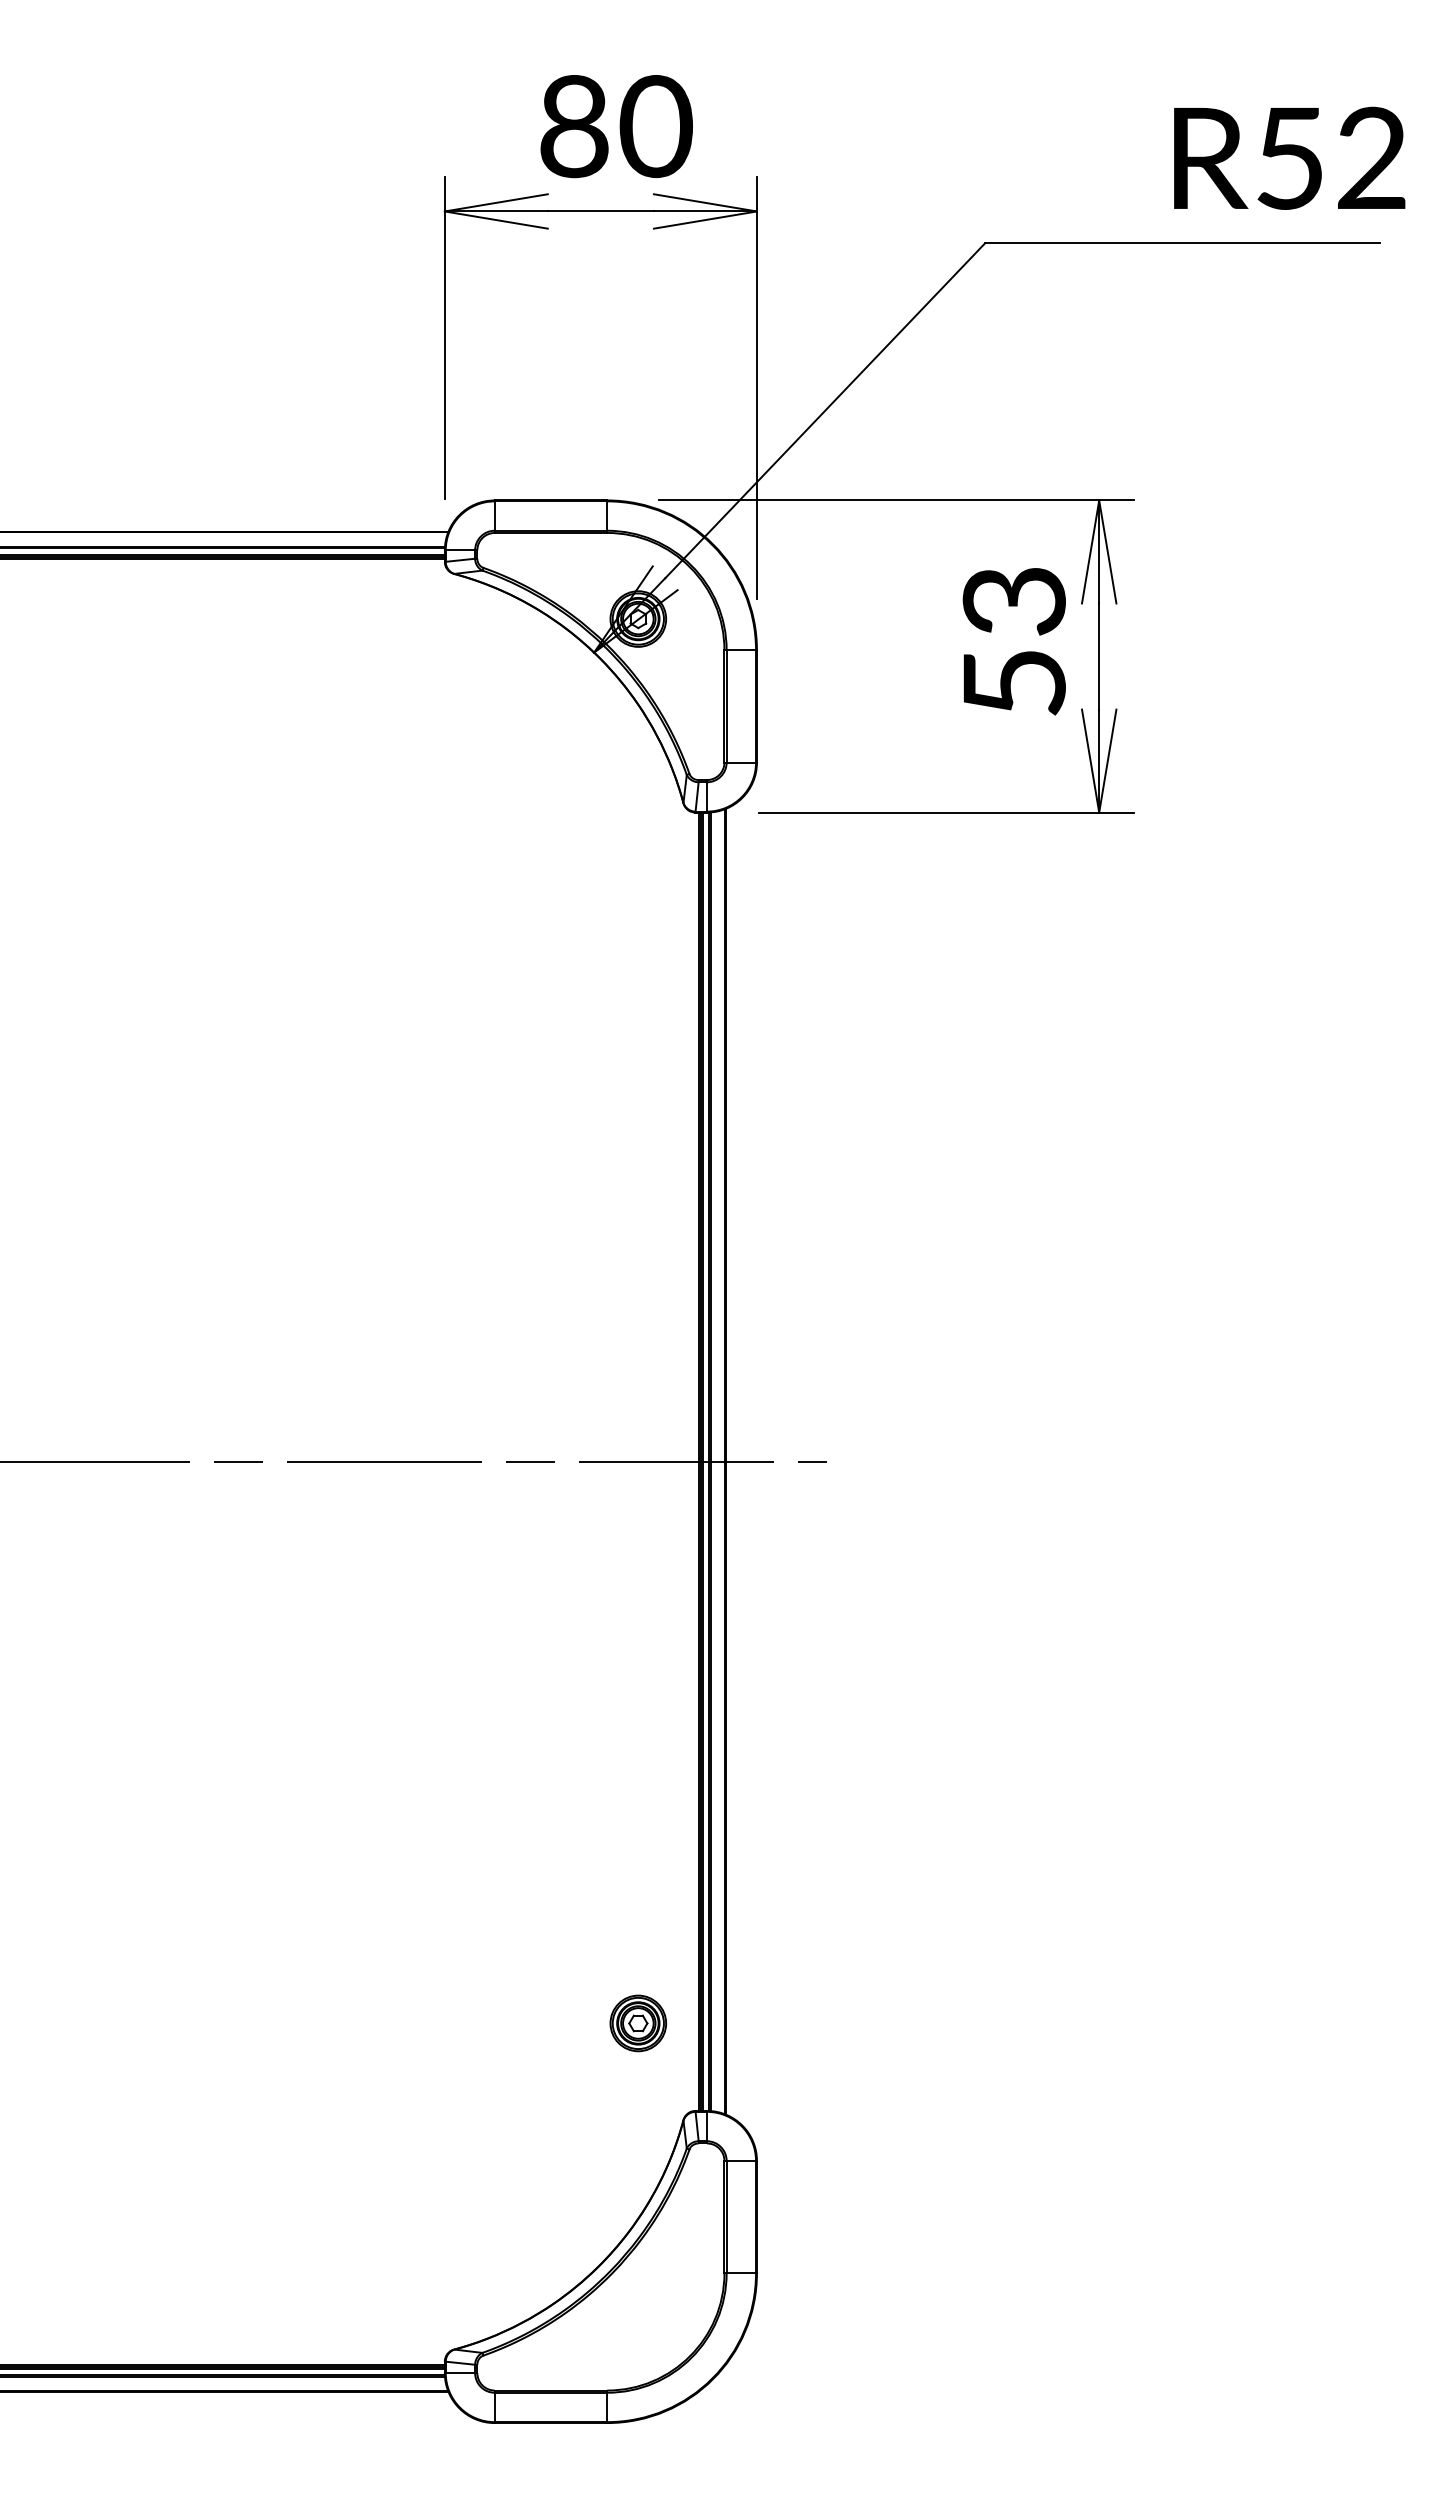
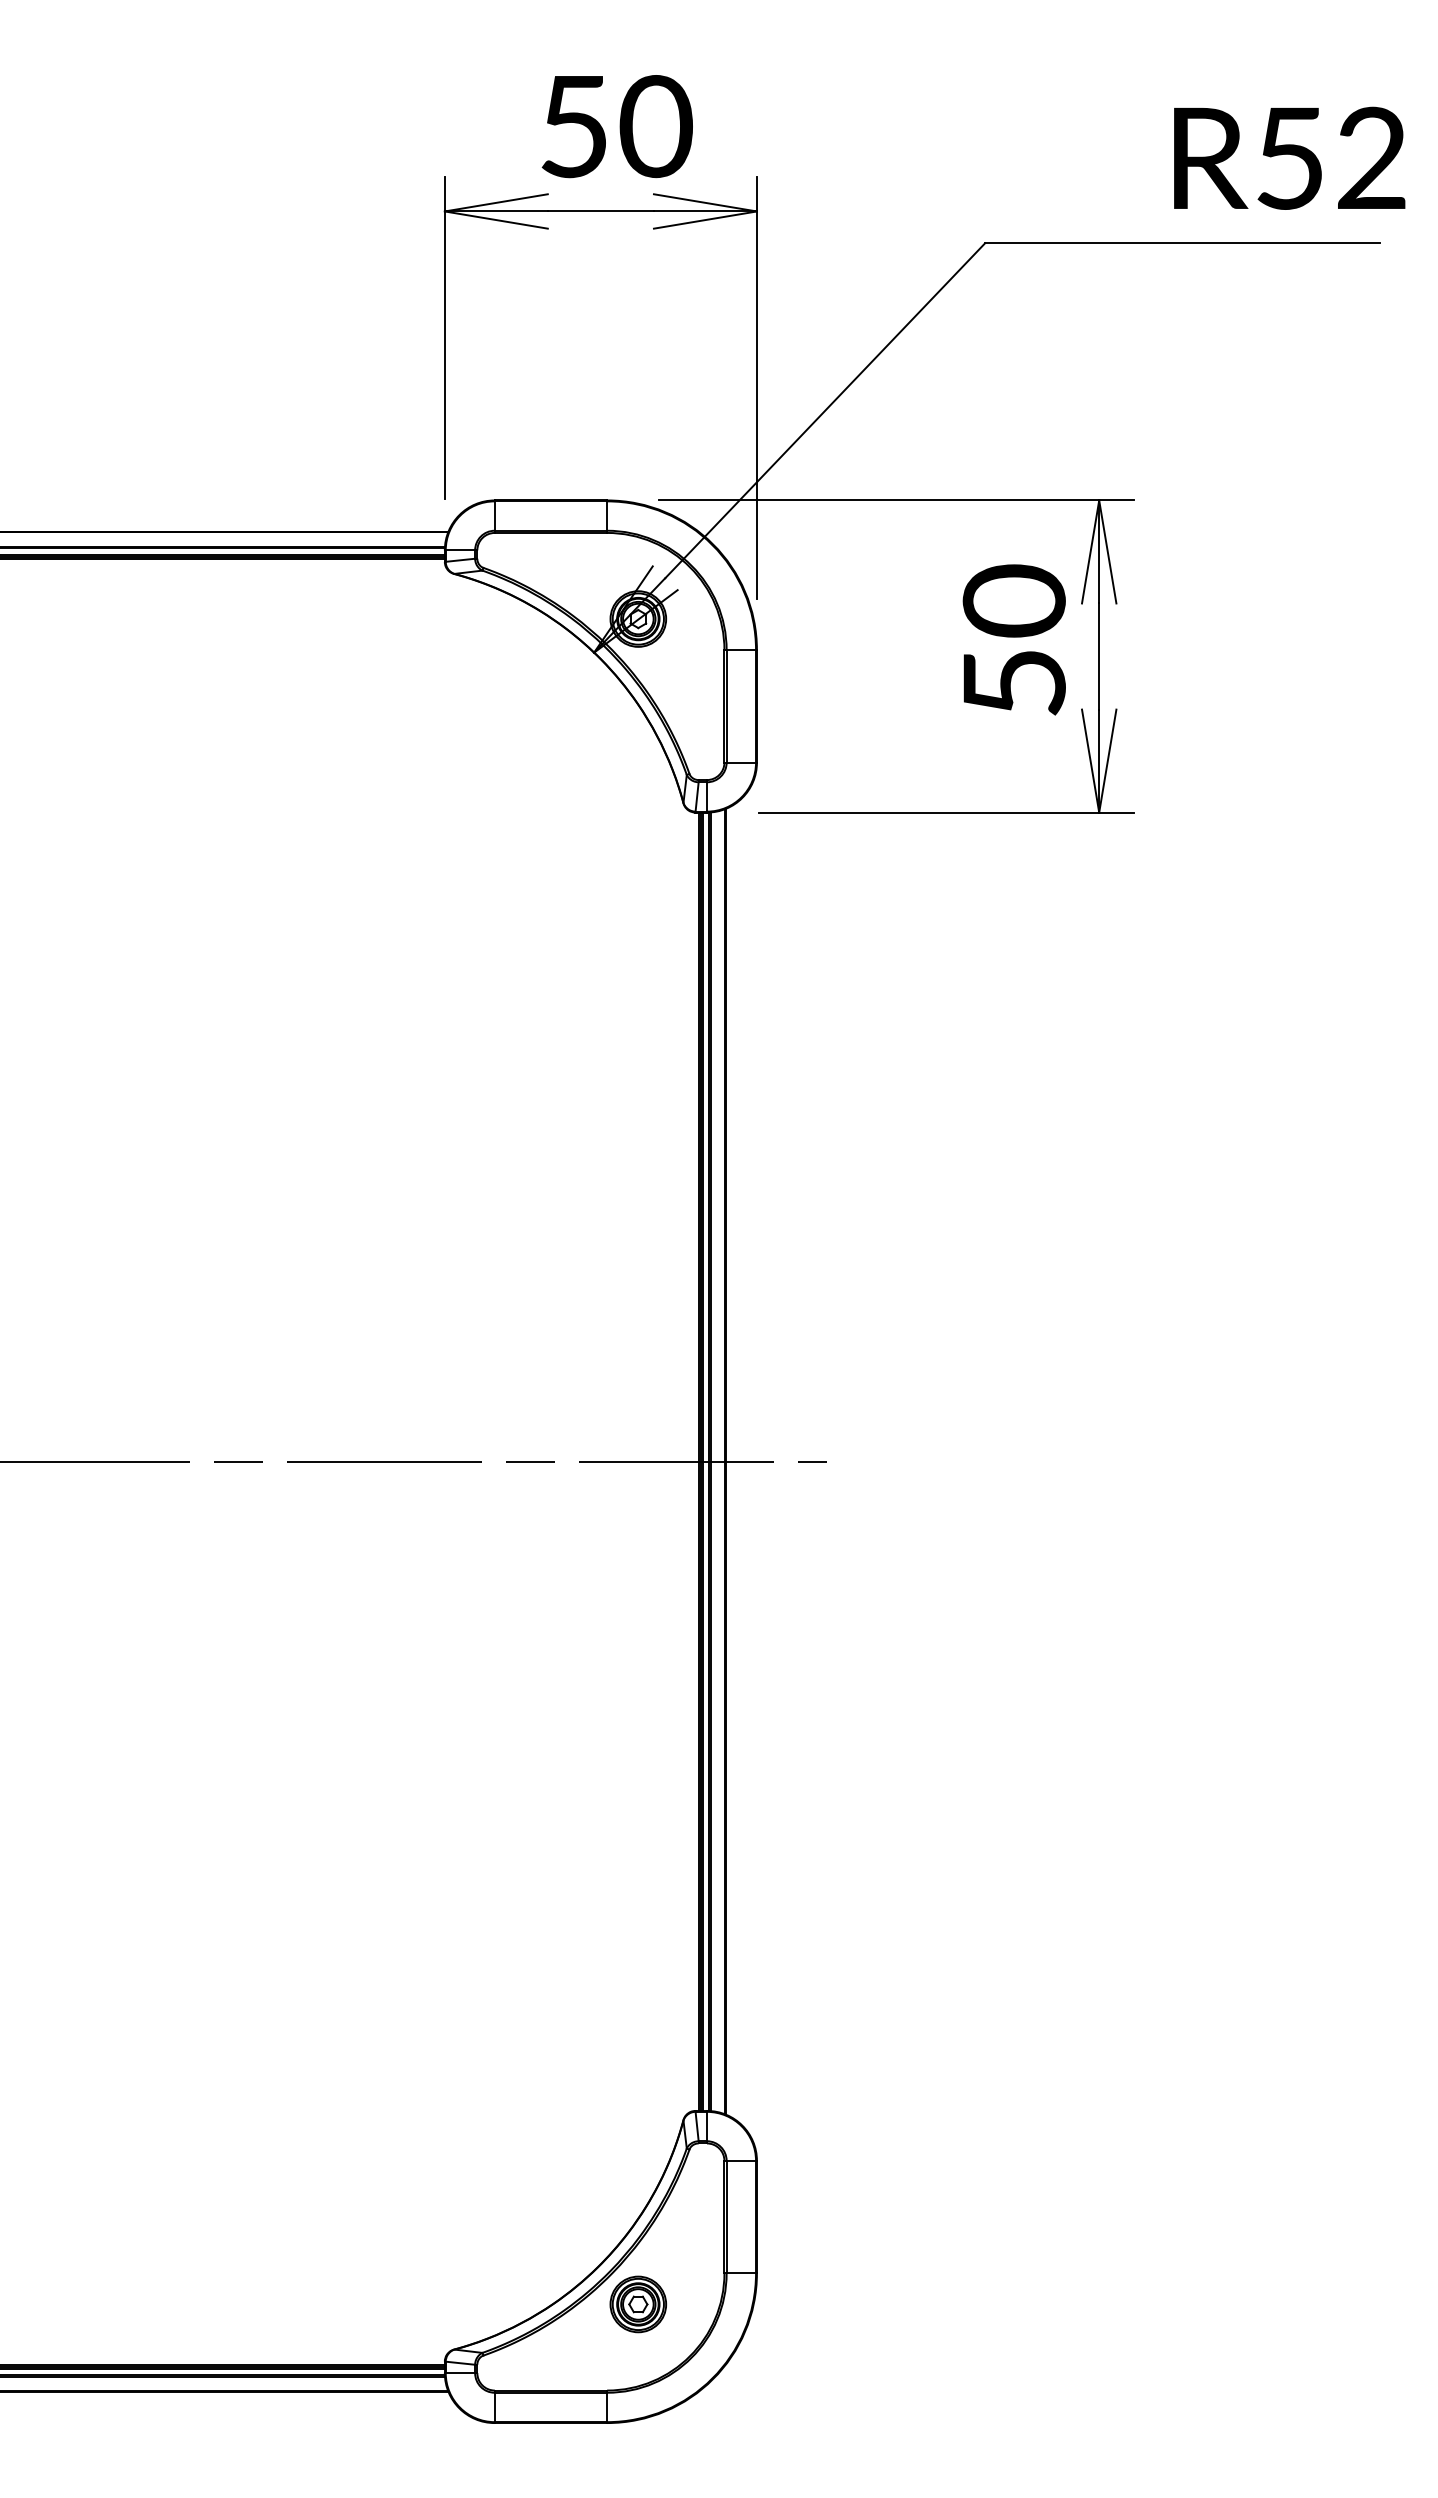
text at (574, 126): 80 -> 50
text at (1013, 600): 53 -> 50
part at (638, 2023) position: (638, 2023) -> (638, 2304)
